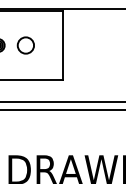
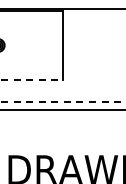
circle at (25, 45): present -> none
line at (31, 80): solid -> dashed
line at (63, 101): solid -> dashed
